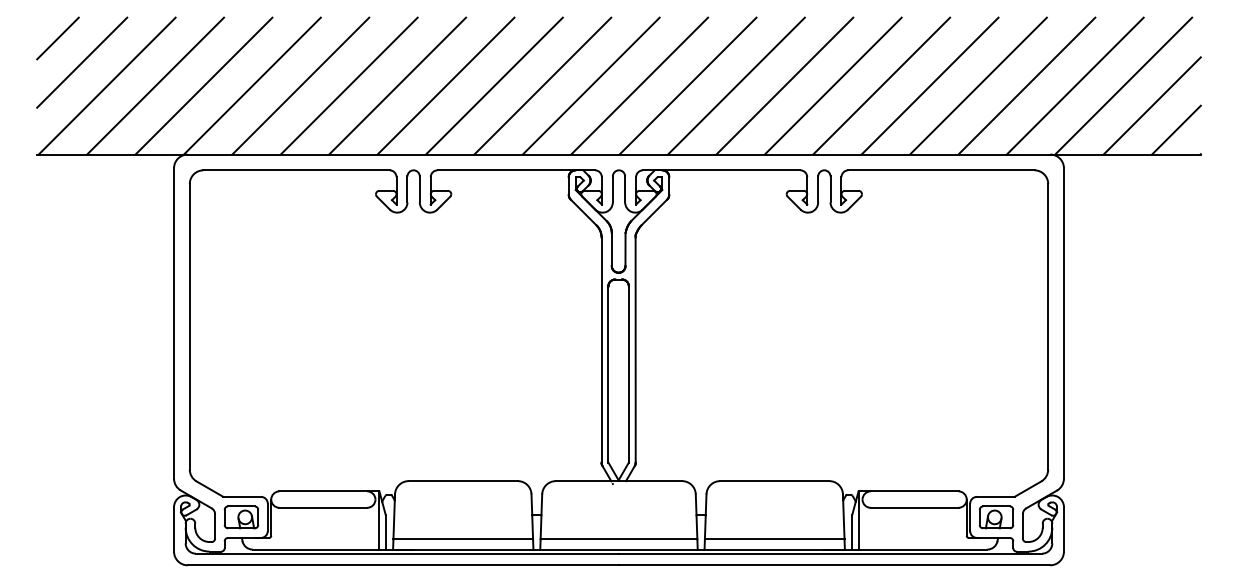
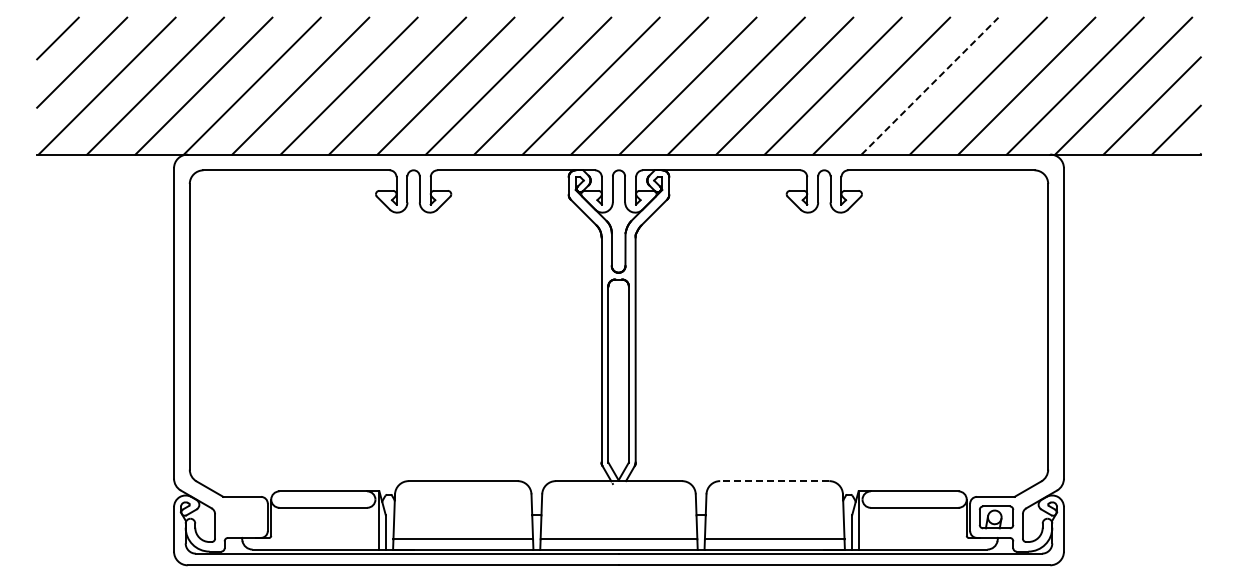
line at (930, 86): solid -> dashed
line at (774, 481): solid -> dashed
part at (241, 517): present -> none
